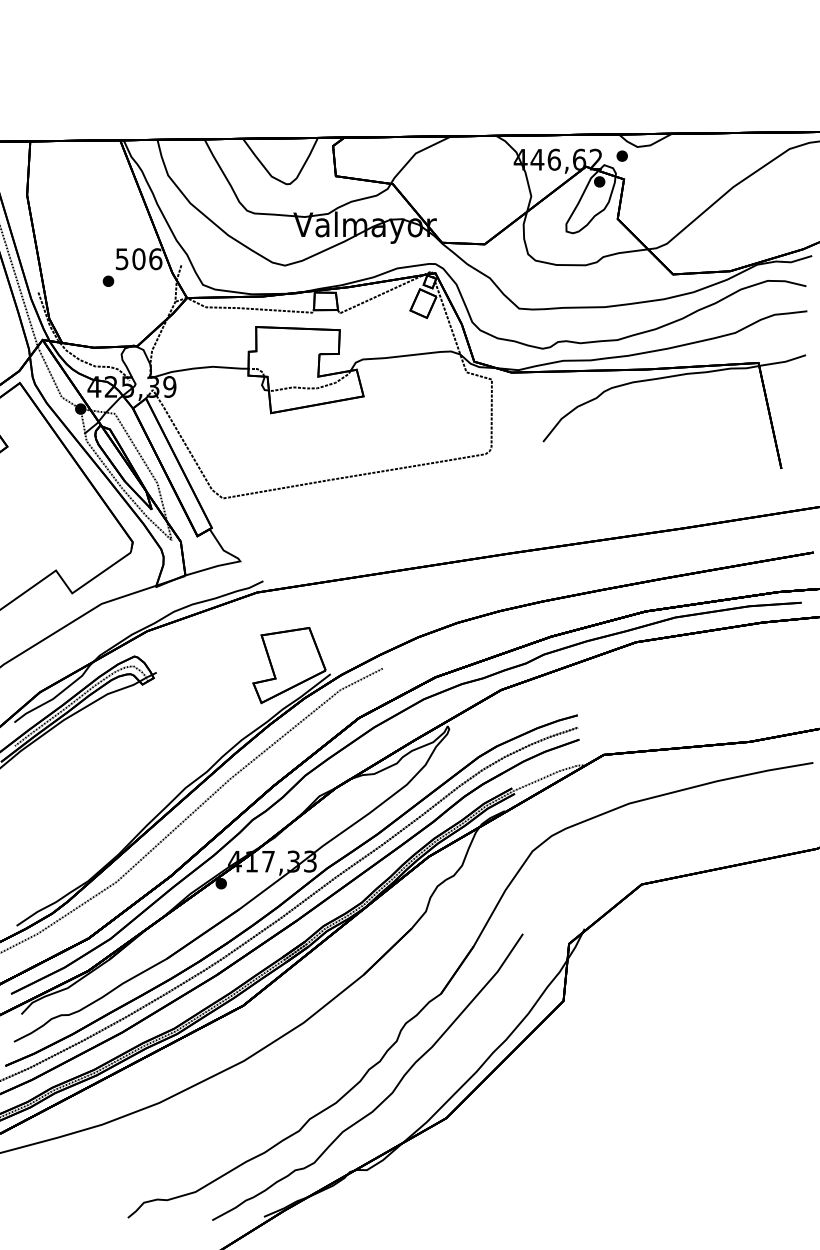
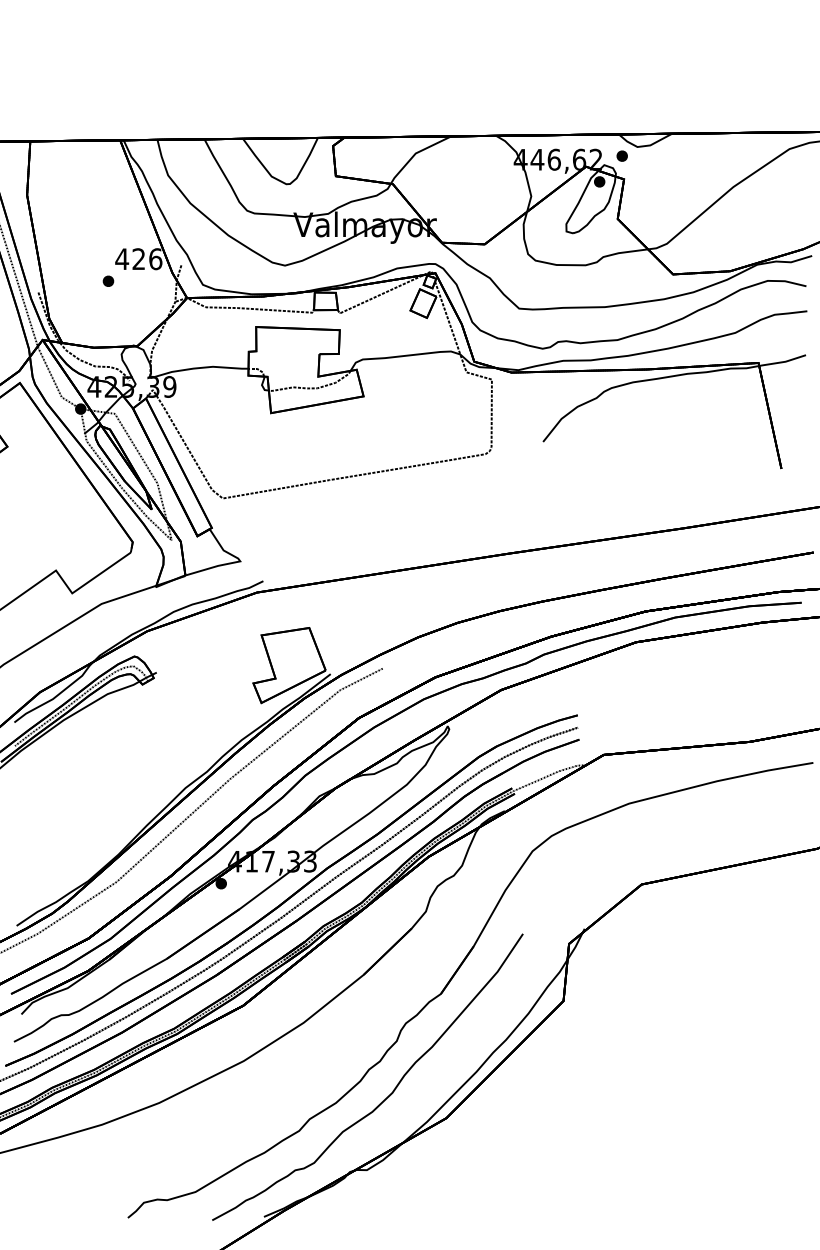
text at (130, 259): 506 -> 426
